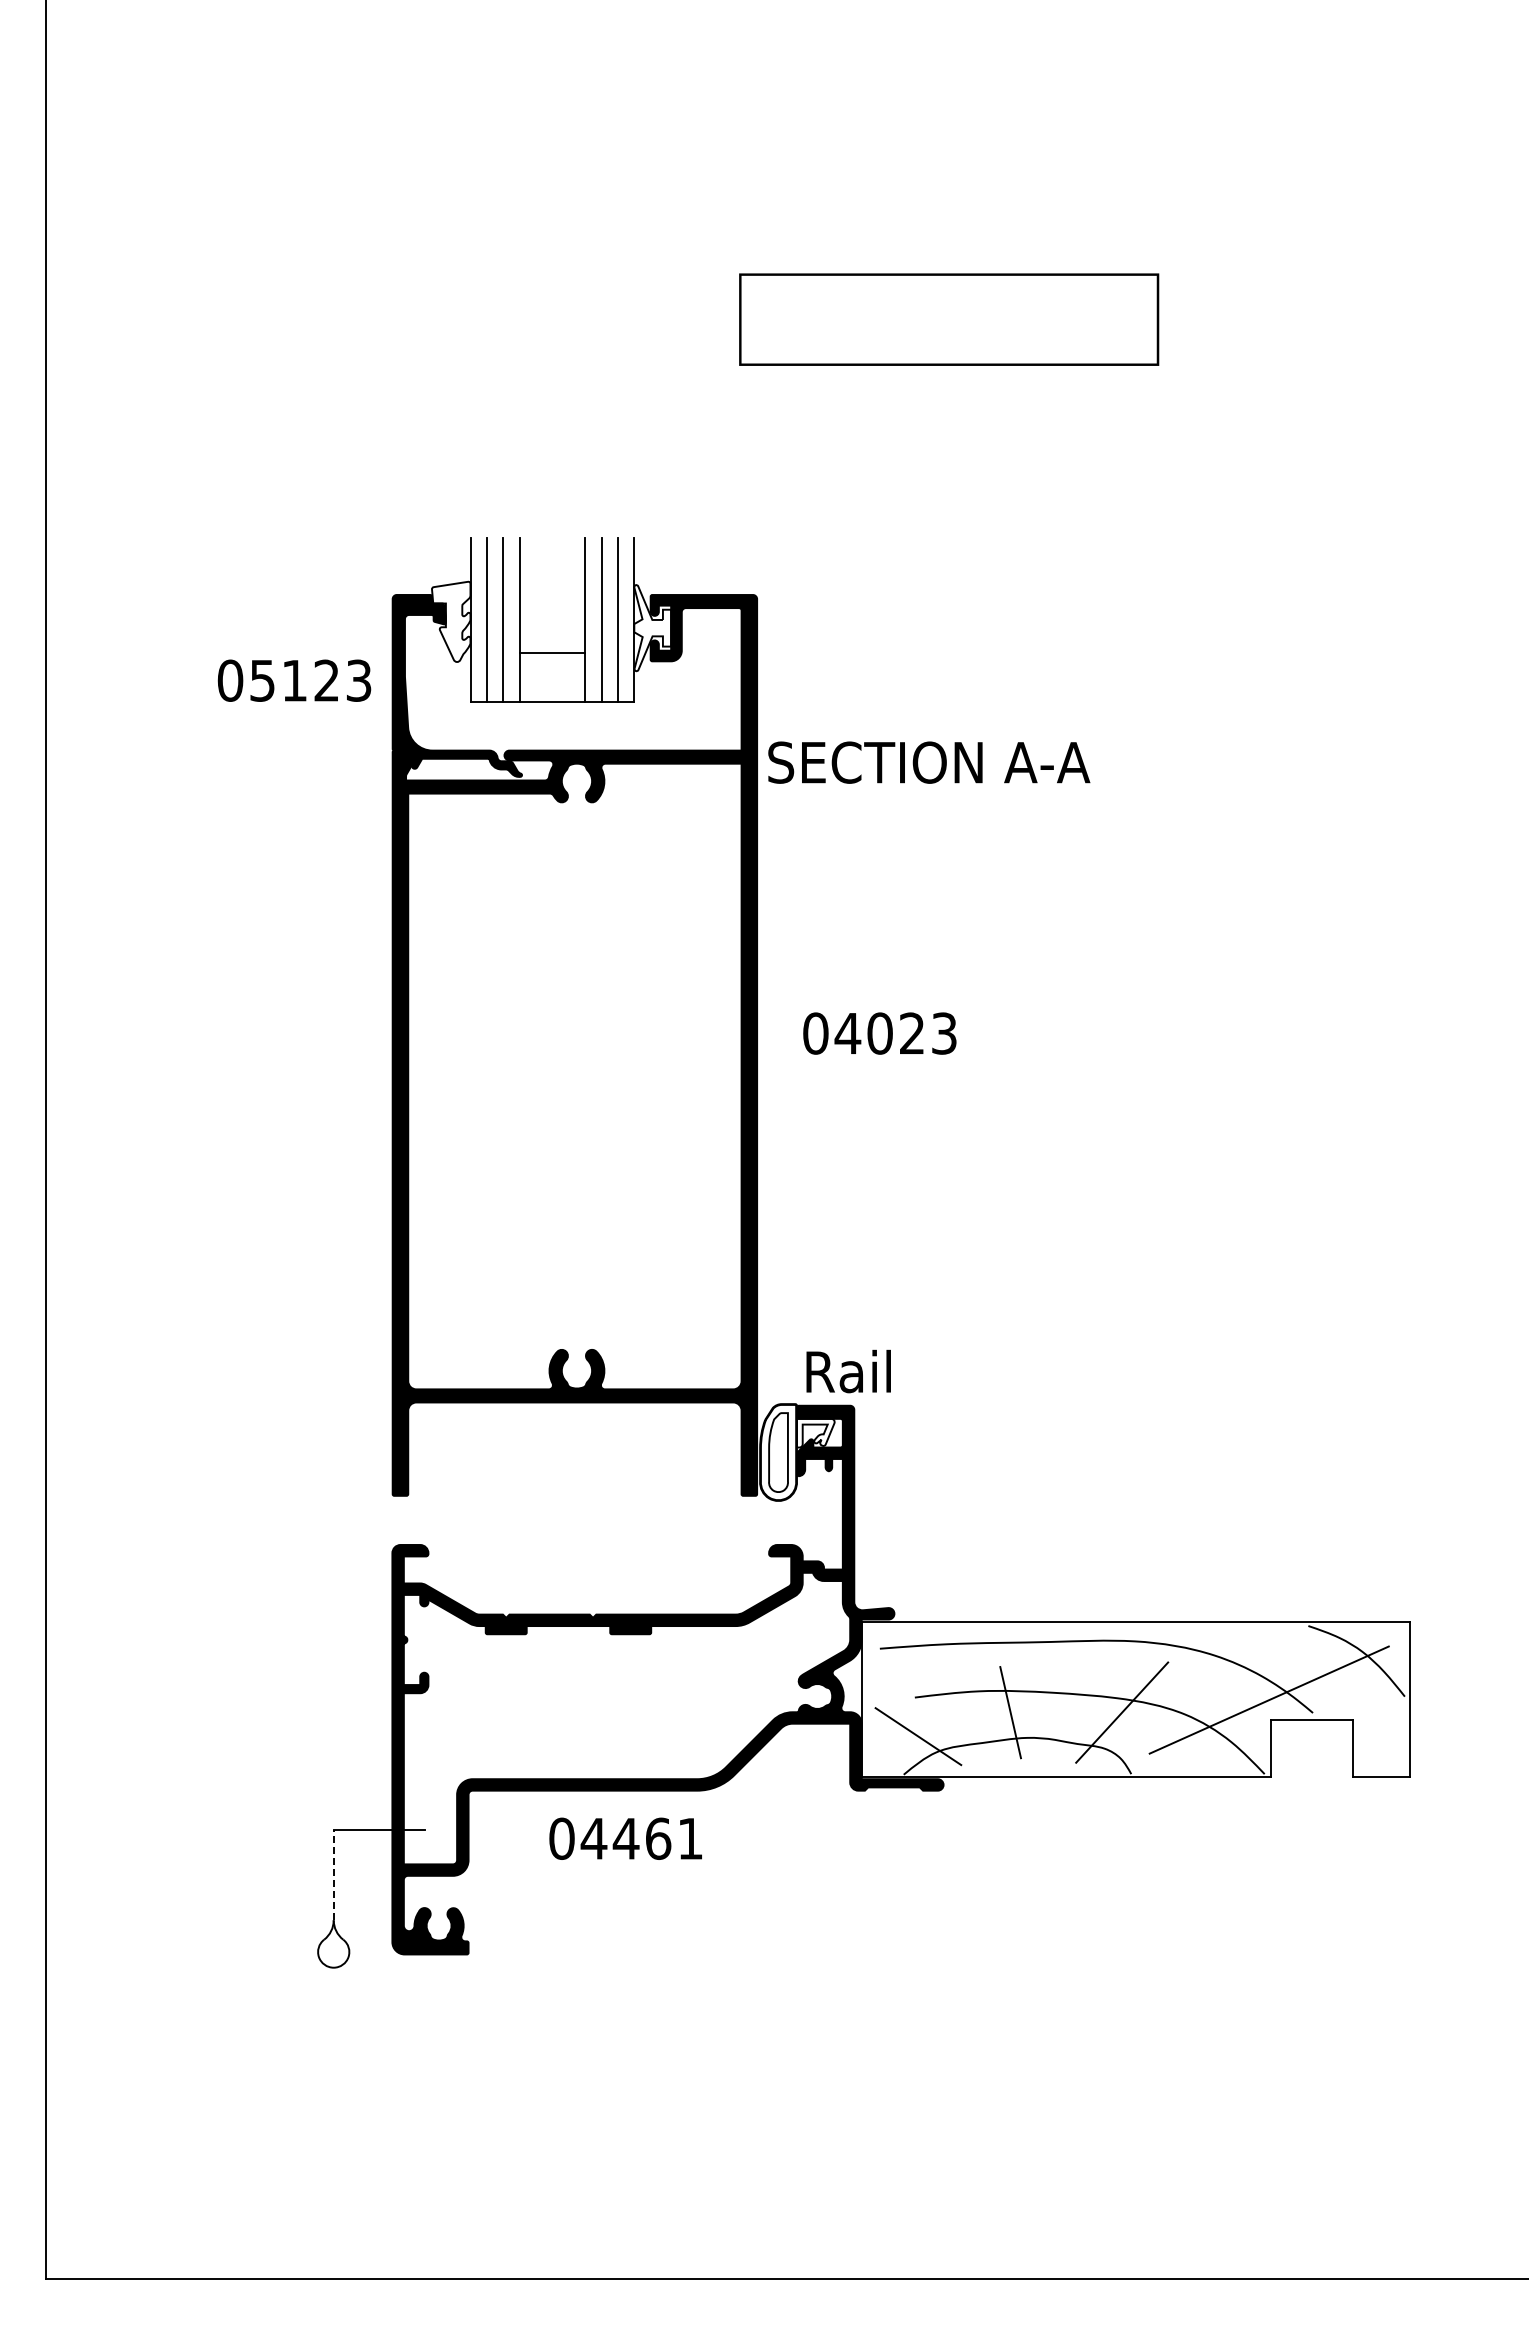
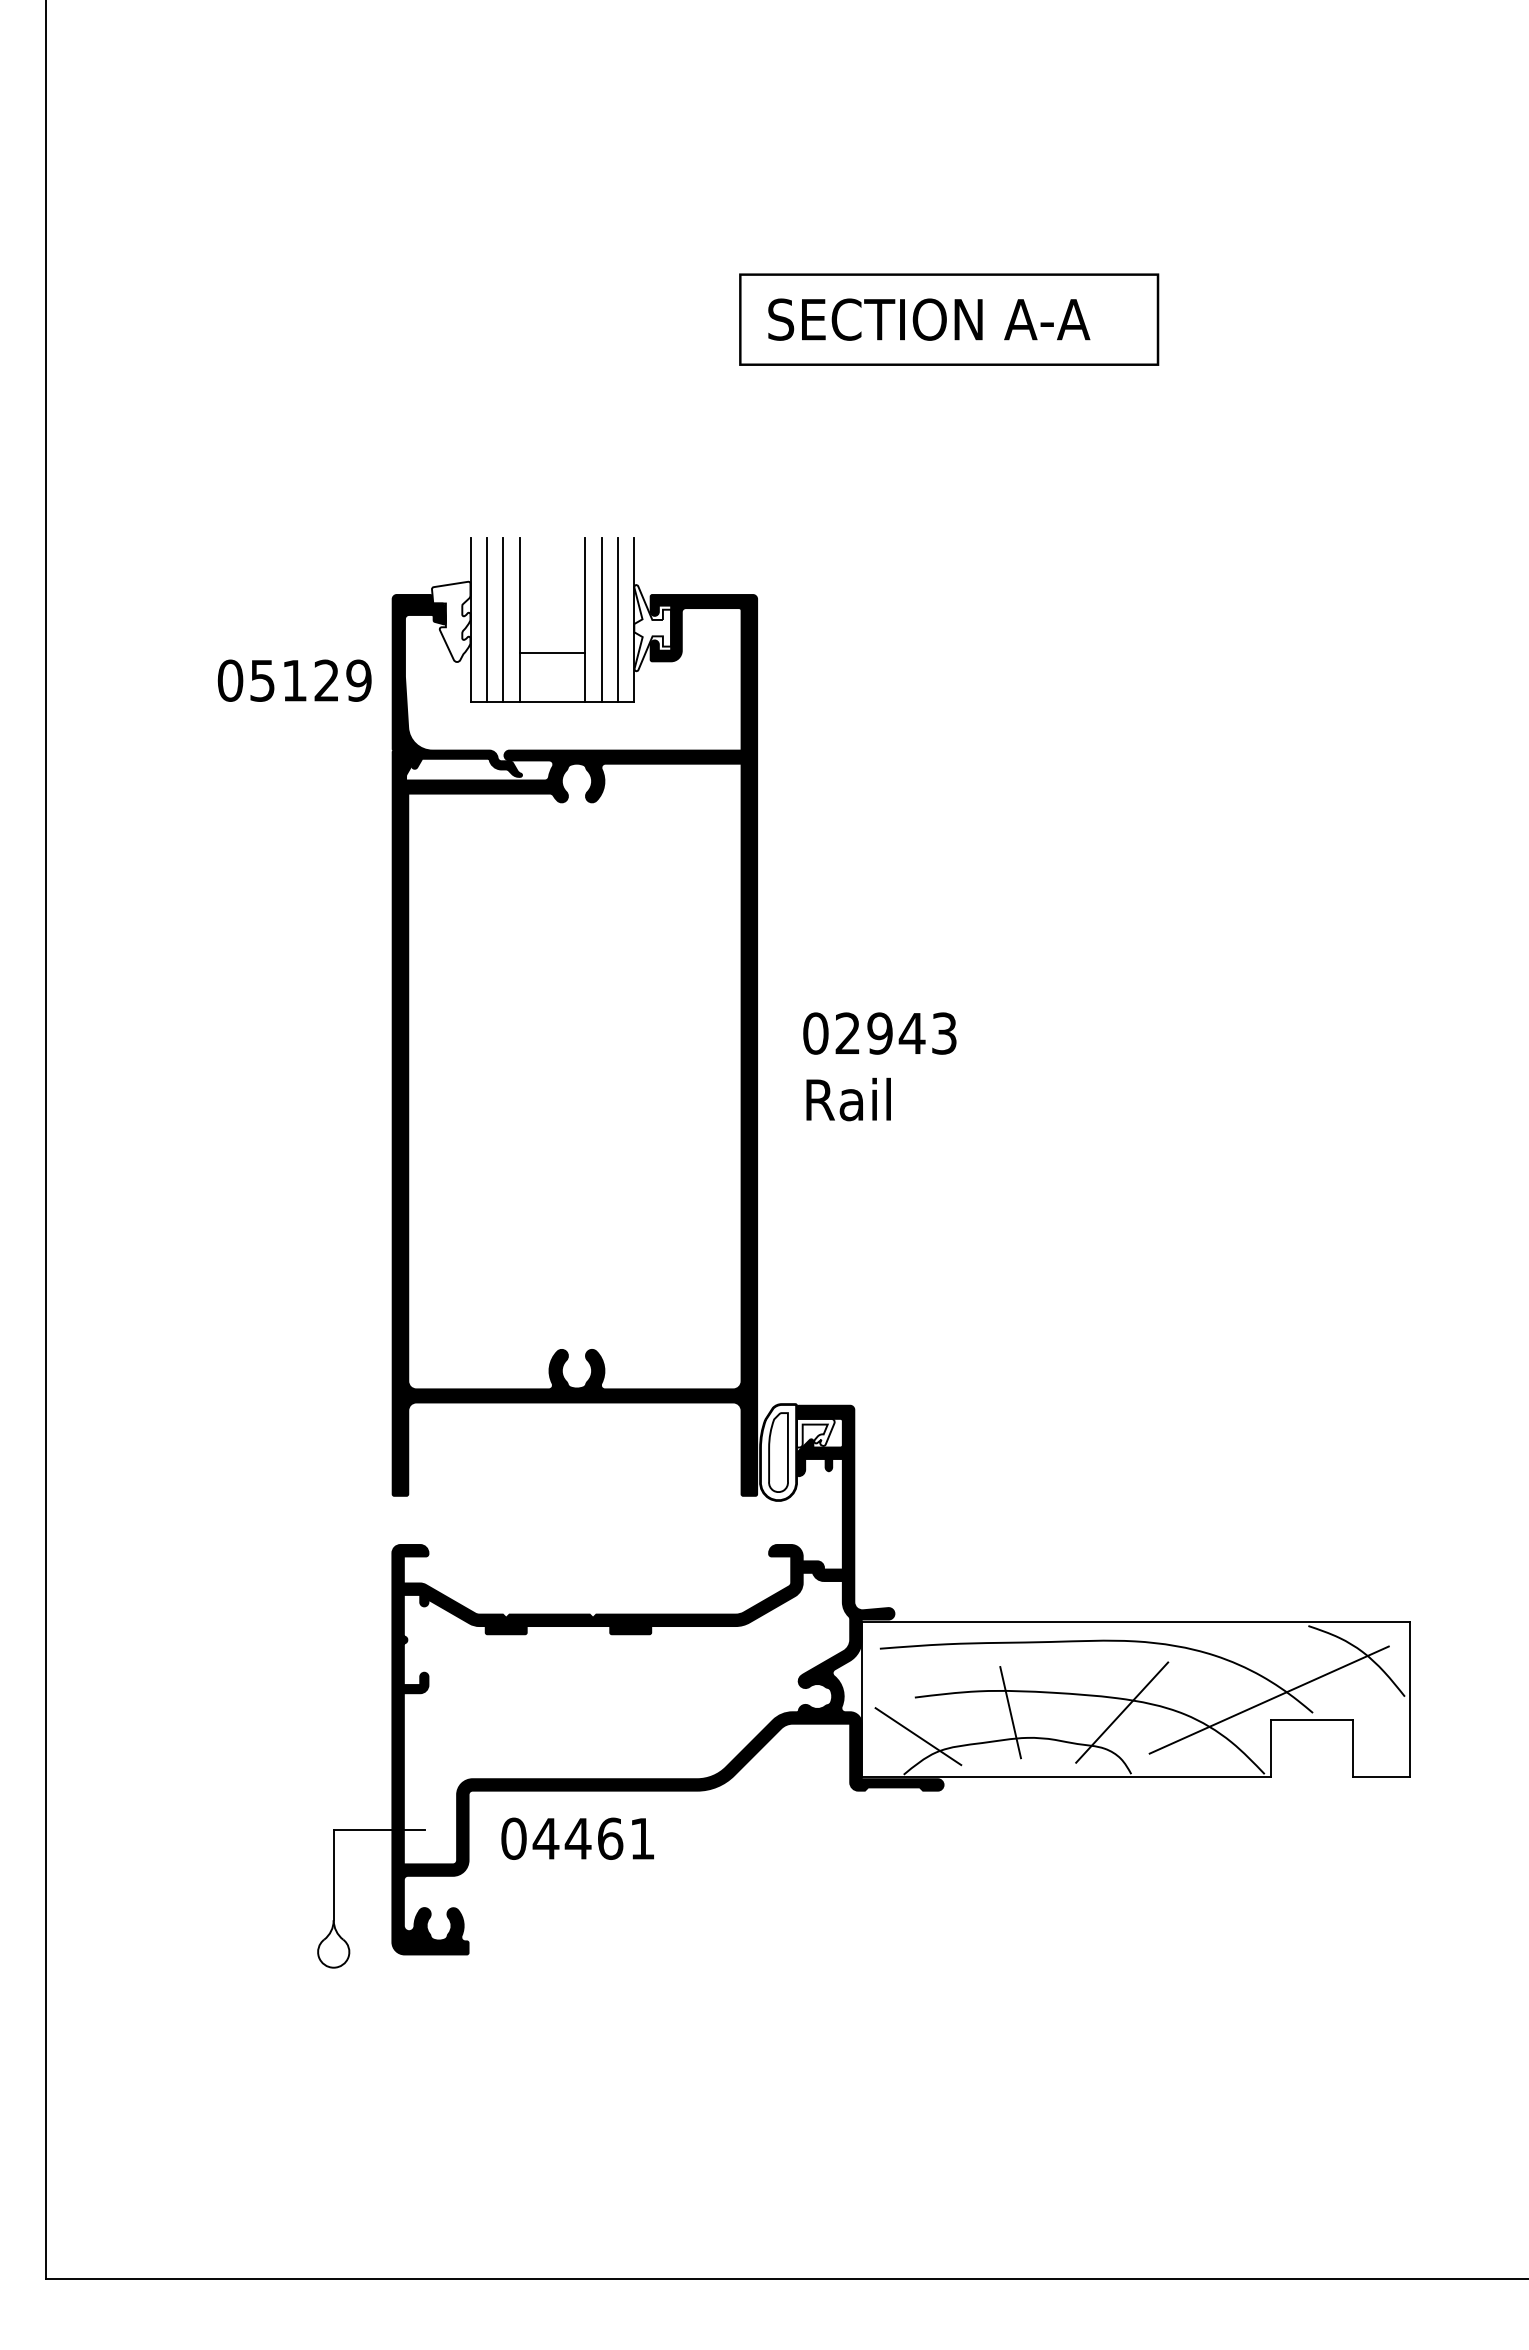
text at (358, 680): 05123 -> 05129
text at (929, 762) position: (929, 762) -> (929, 319)
text at (879, 1033): 04023 -> 02943
text at (848, 1371) position: (848, 1371) -> (848, 1099)
text at (625, 1838) position: (625, 1838) -> (577, 1838)
line at (333, 1874): dashed -> solid
